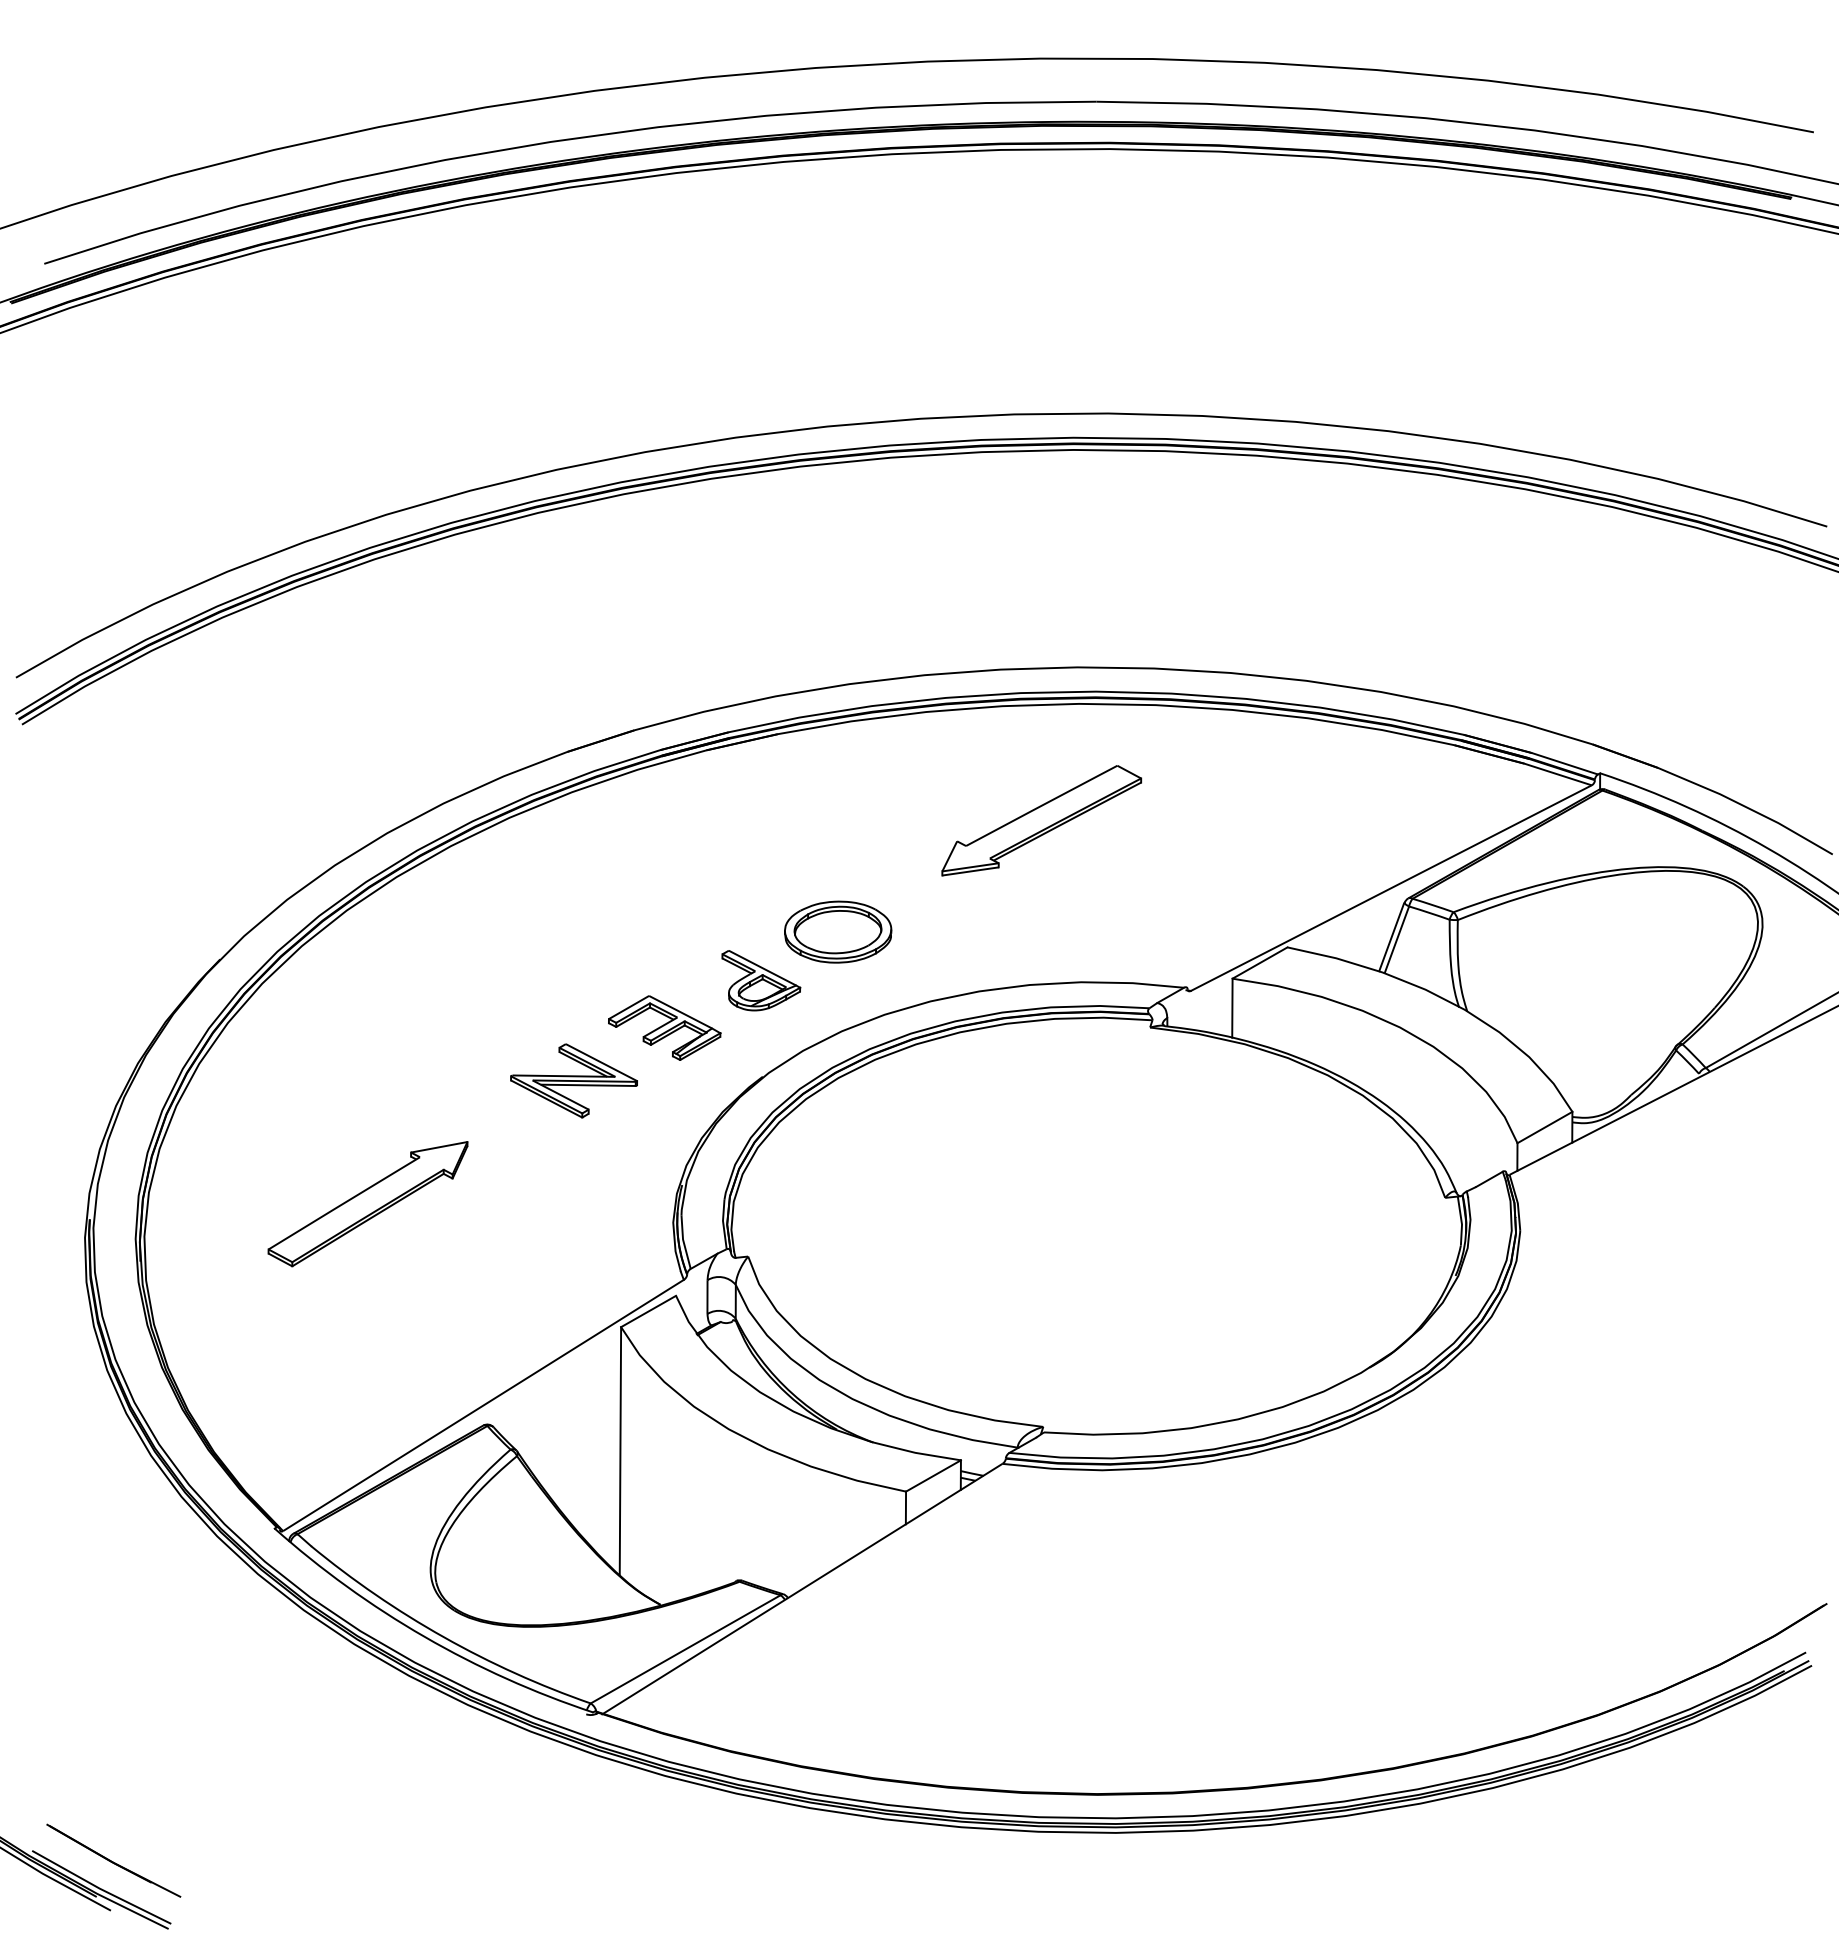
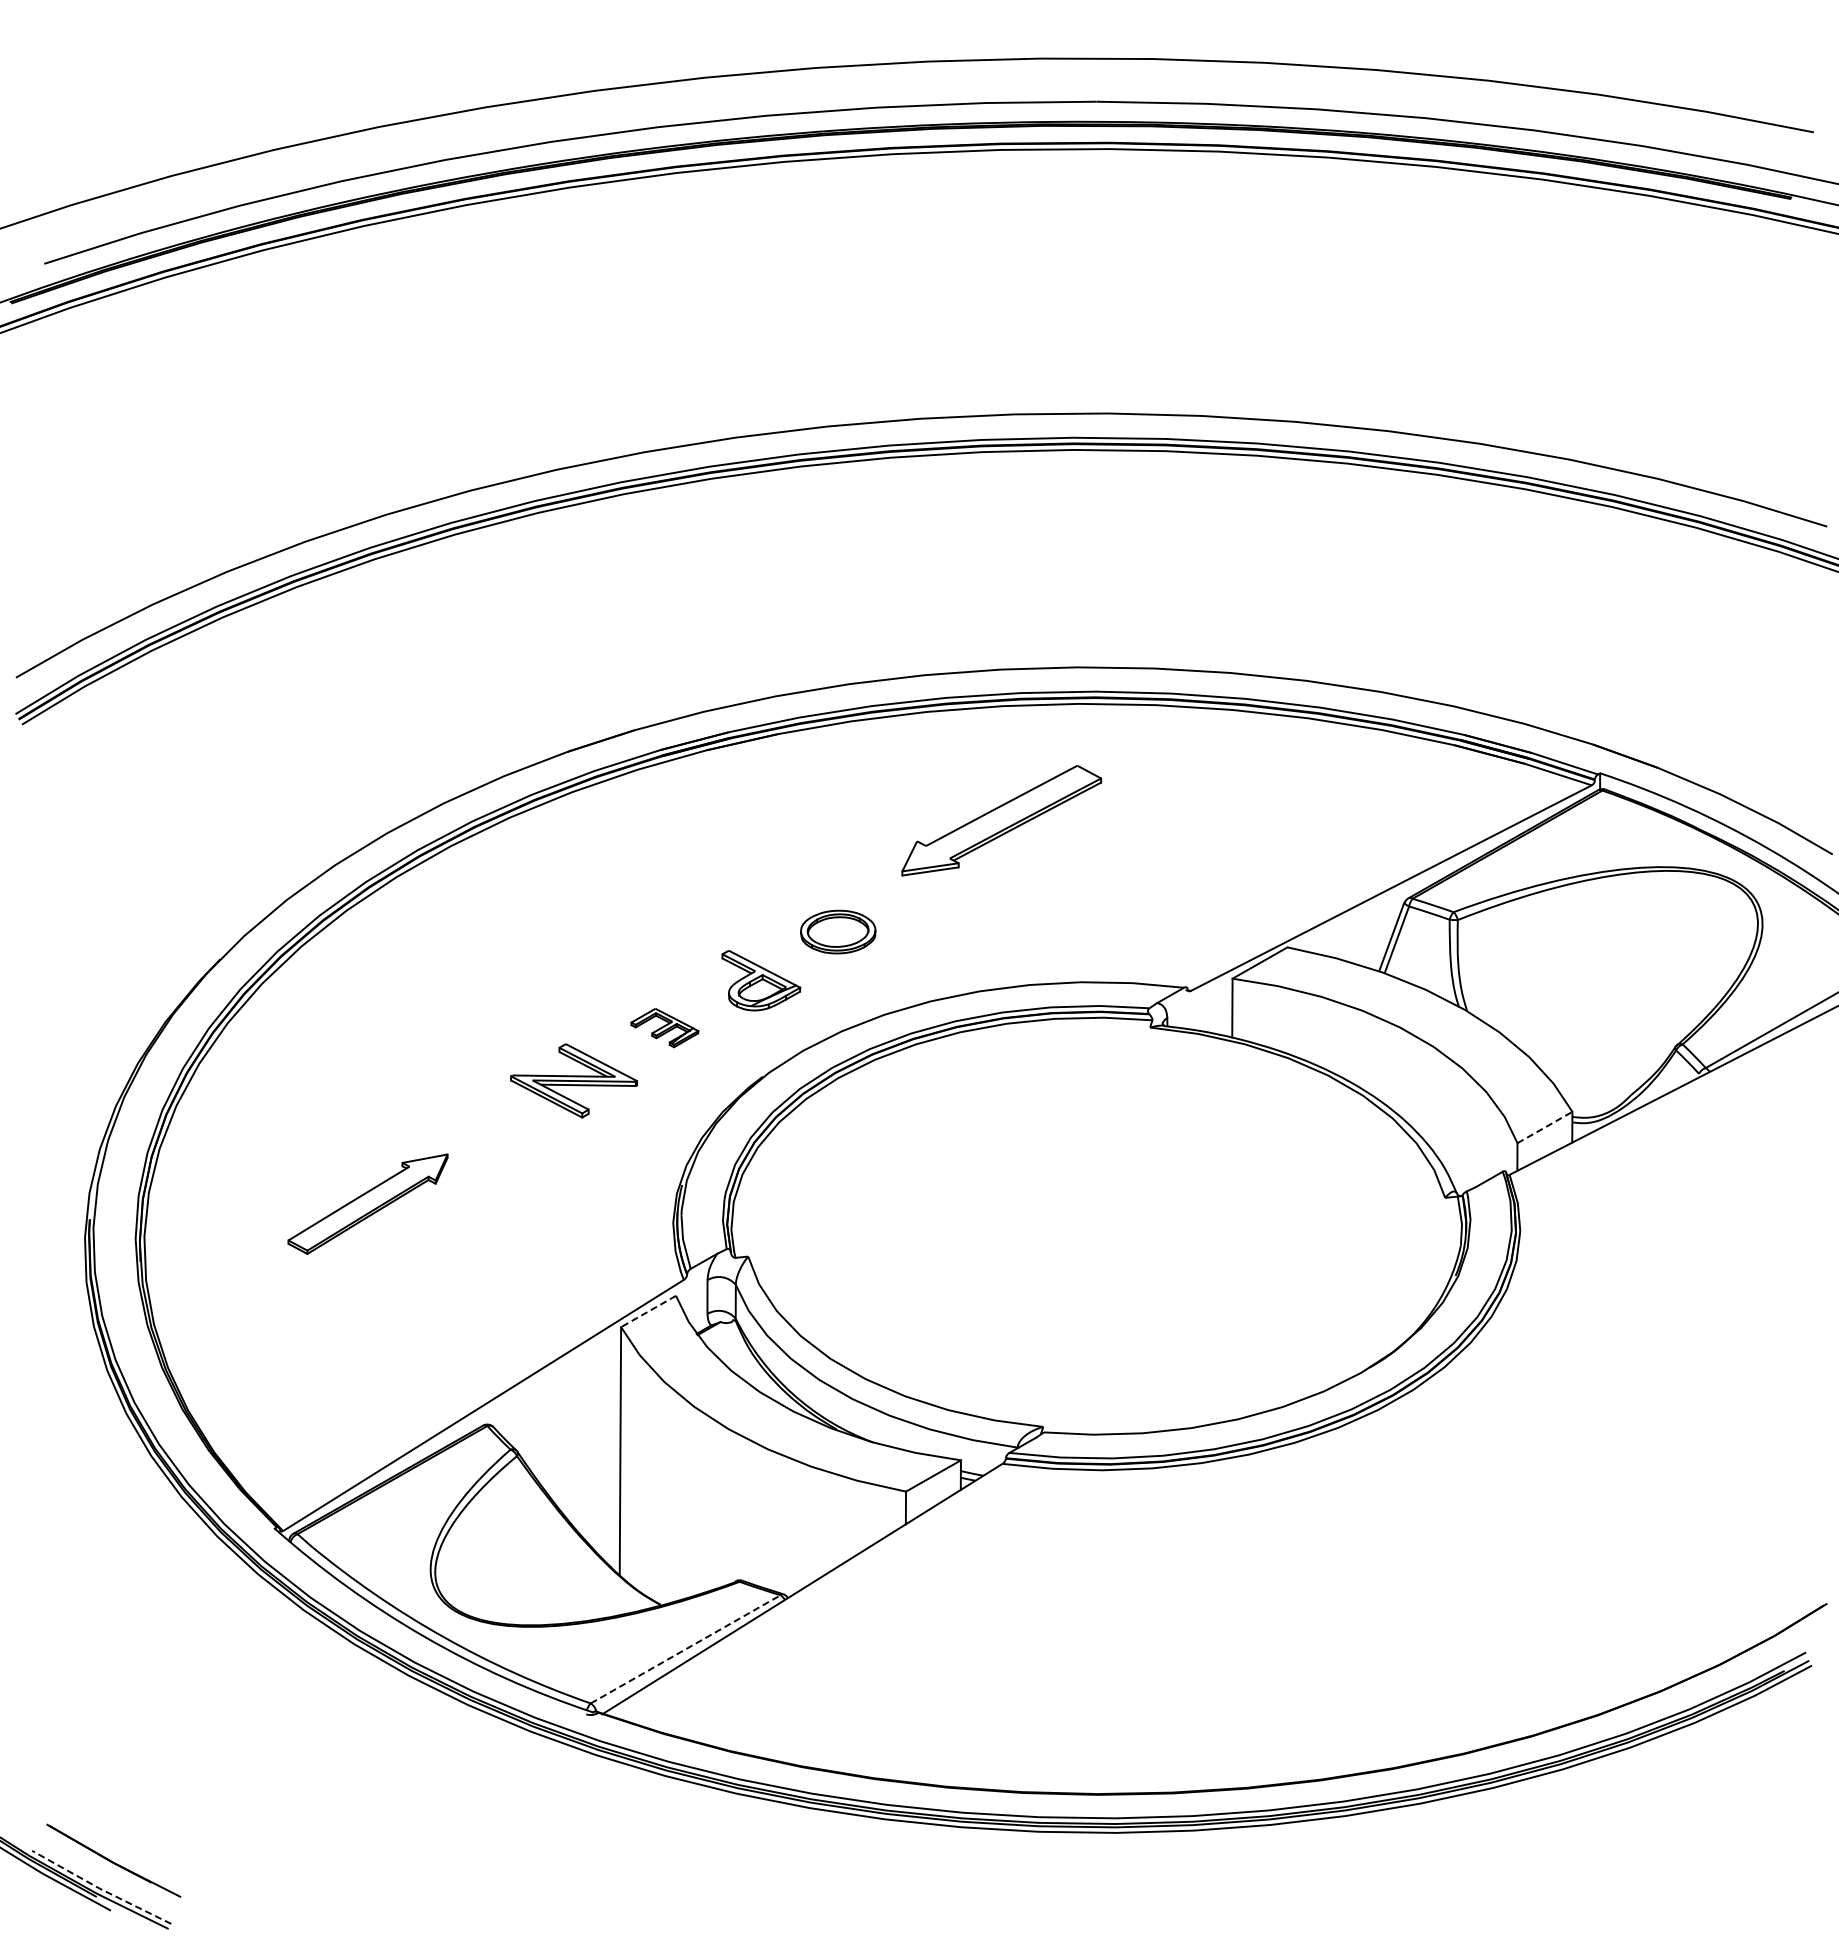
part at (1041, 820) position: (1041, 820) -> (1001, 820)
part at (838, 931) size: 109x64 px -> 77x46 px
part at (664, 1027) size: 114x66 px -> 70x41 px
line at (1544, 1127): solid -> dashed
part at (367, 1204) size: 202x127 px -> 162x102 px
line at (648, 1311): solid -> dashed
line at (686, 1649): solid -> dashed
line at (99, 1888): solid -> dashed
